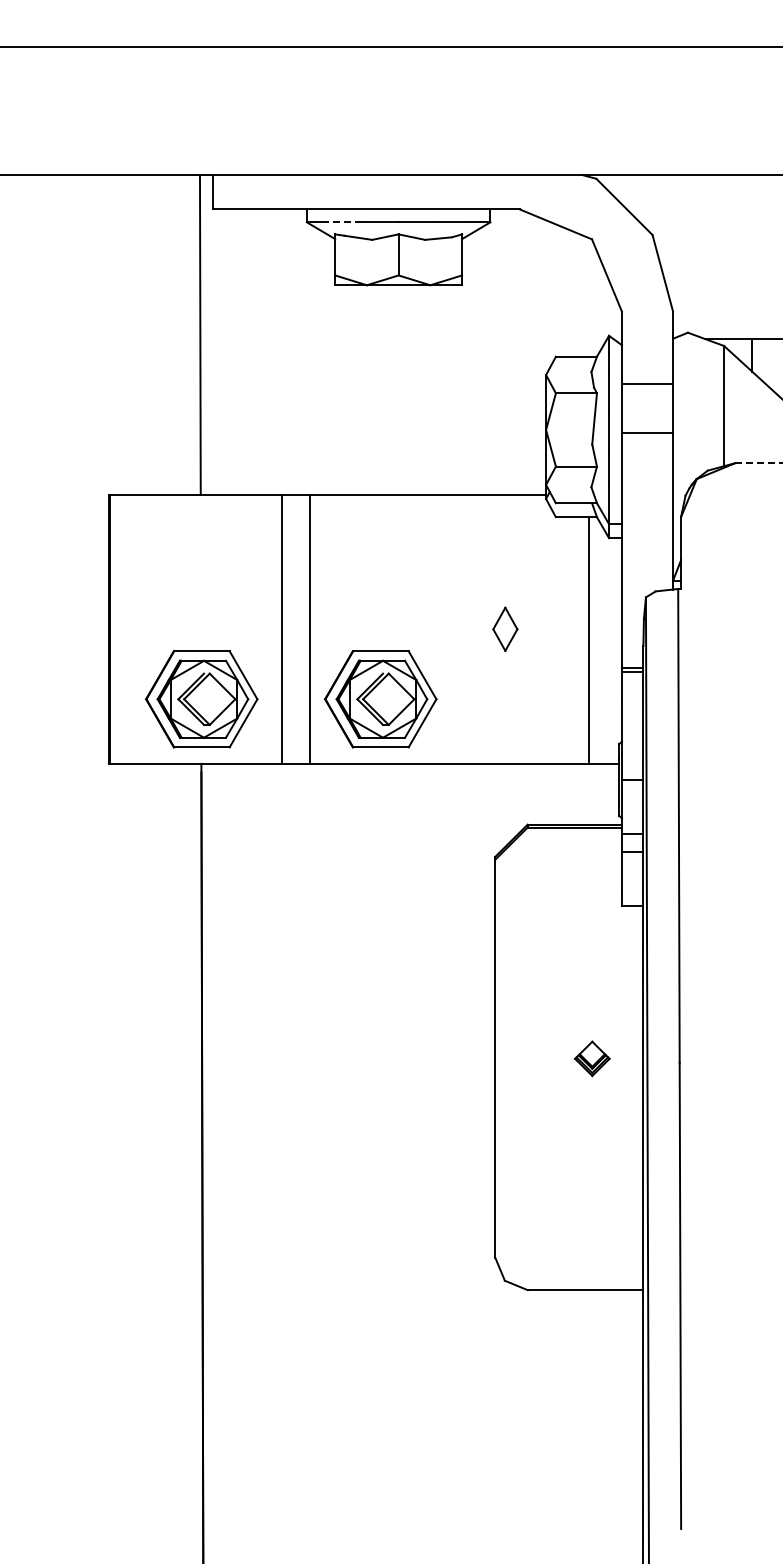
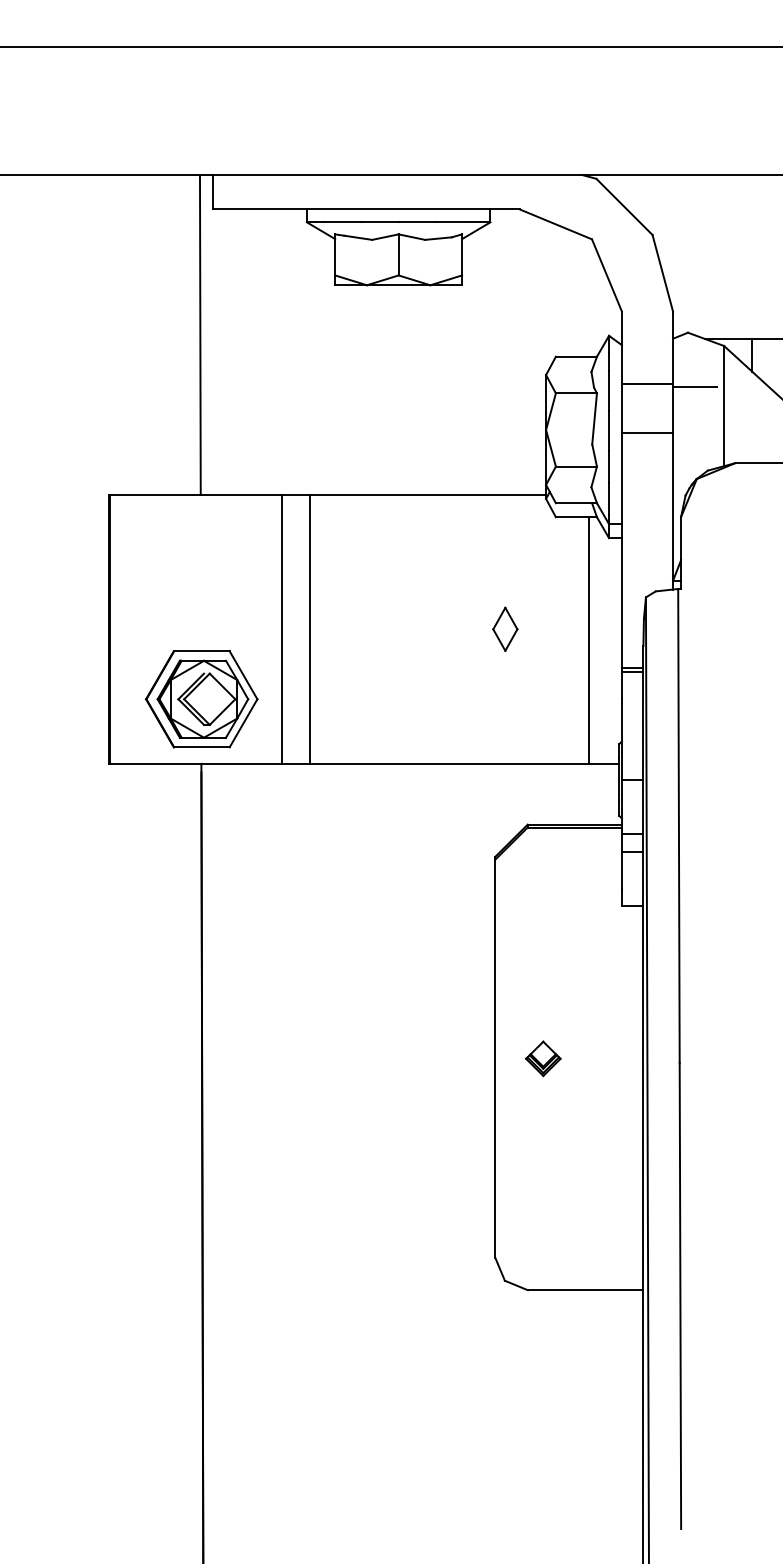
line at (342, 222): dashed -> solid
line at (694, 387): none -> present
line at (758, 463): dashed -> solid
part at (380, 699): present -> none
part at (592, 1058) position: (592, 1058) -> (543, 1058)
